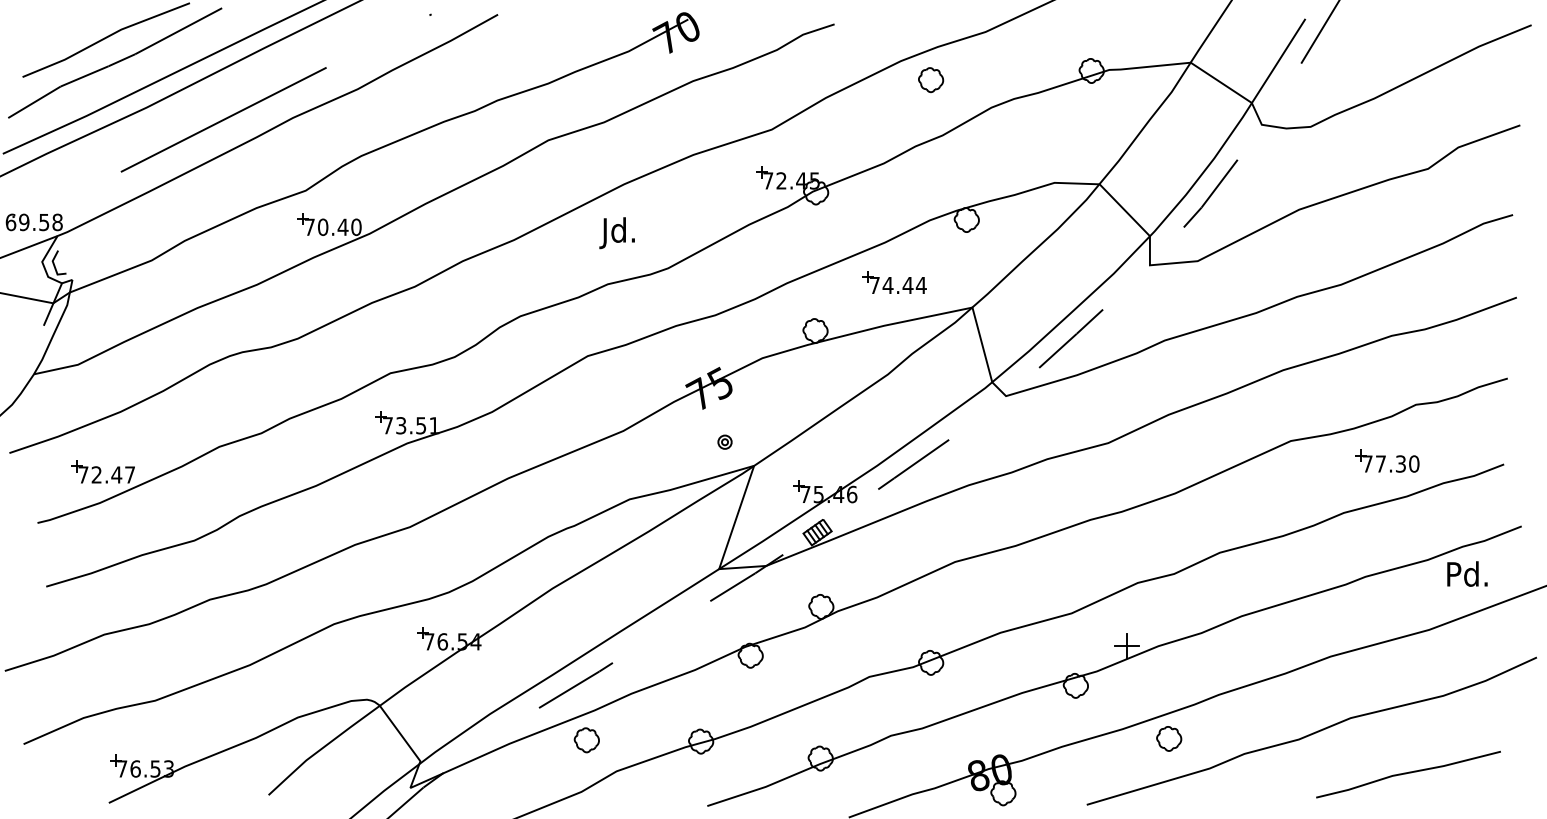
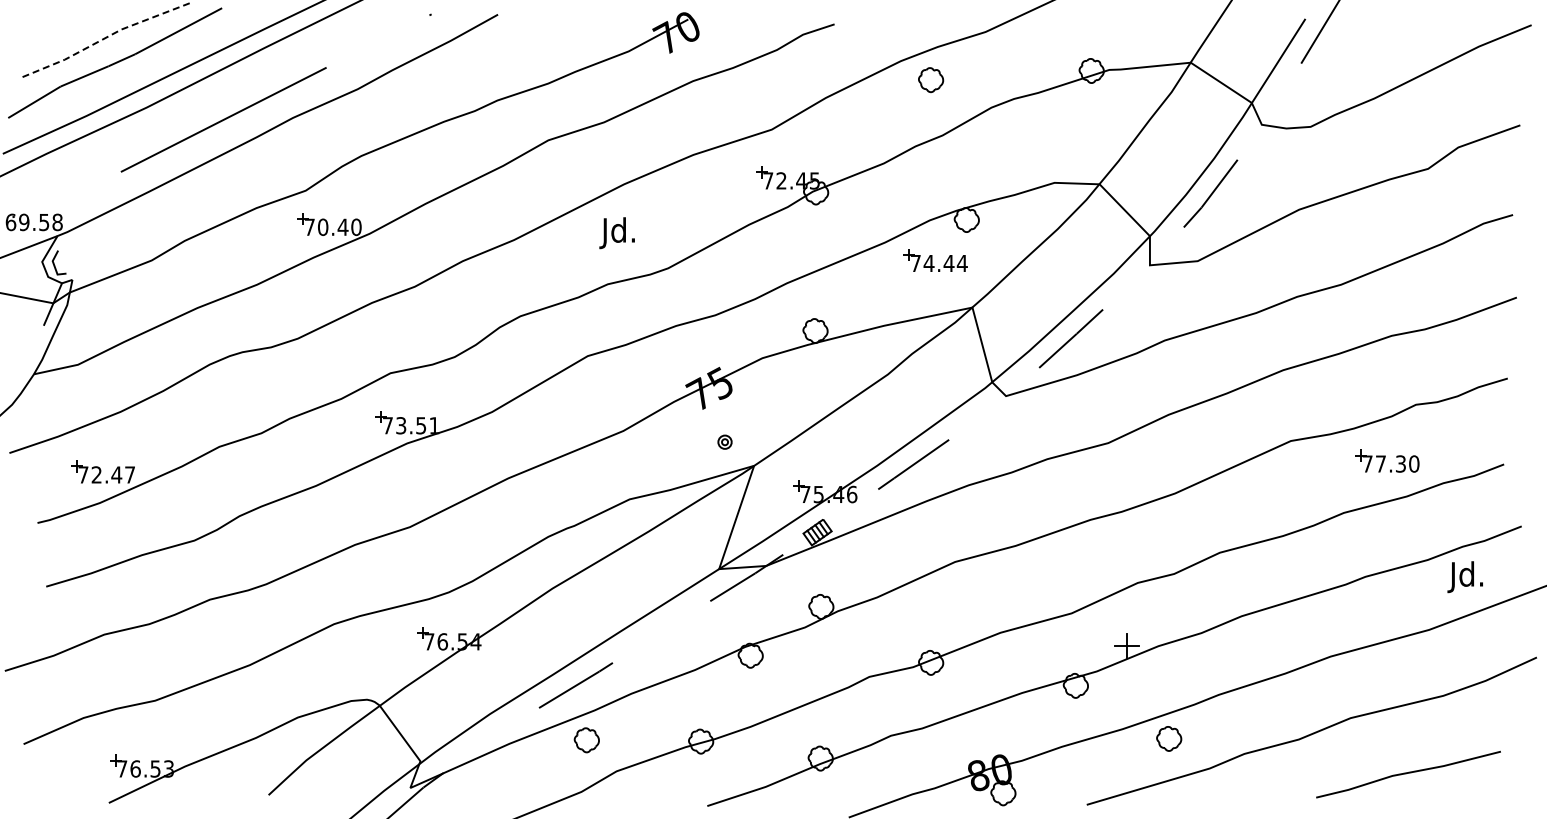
line at (105, 37): solid -> dashed
part at (894, 282) position: (894, 282) -> (935, 260)
text at (1467, 577): Pd. -> Jd.
